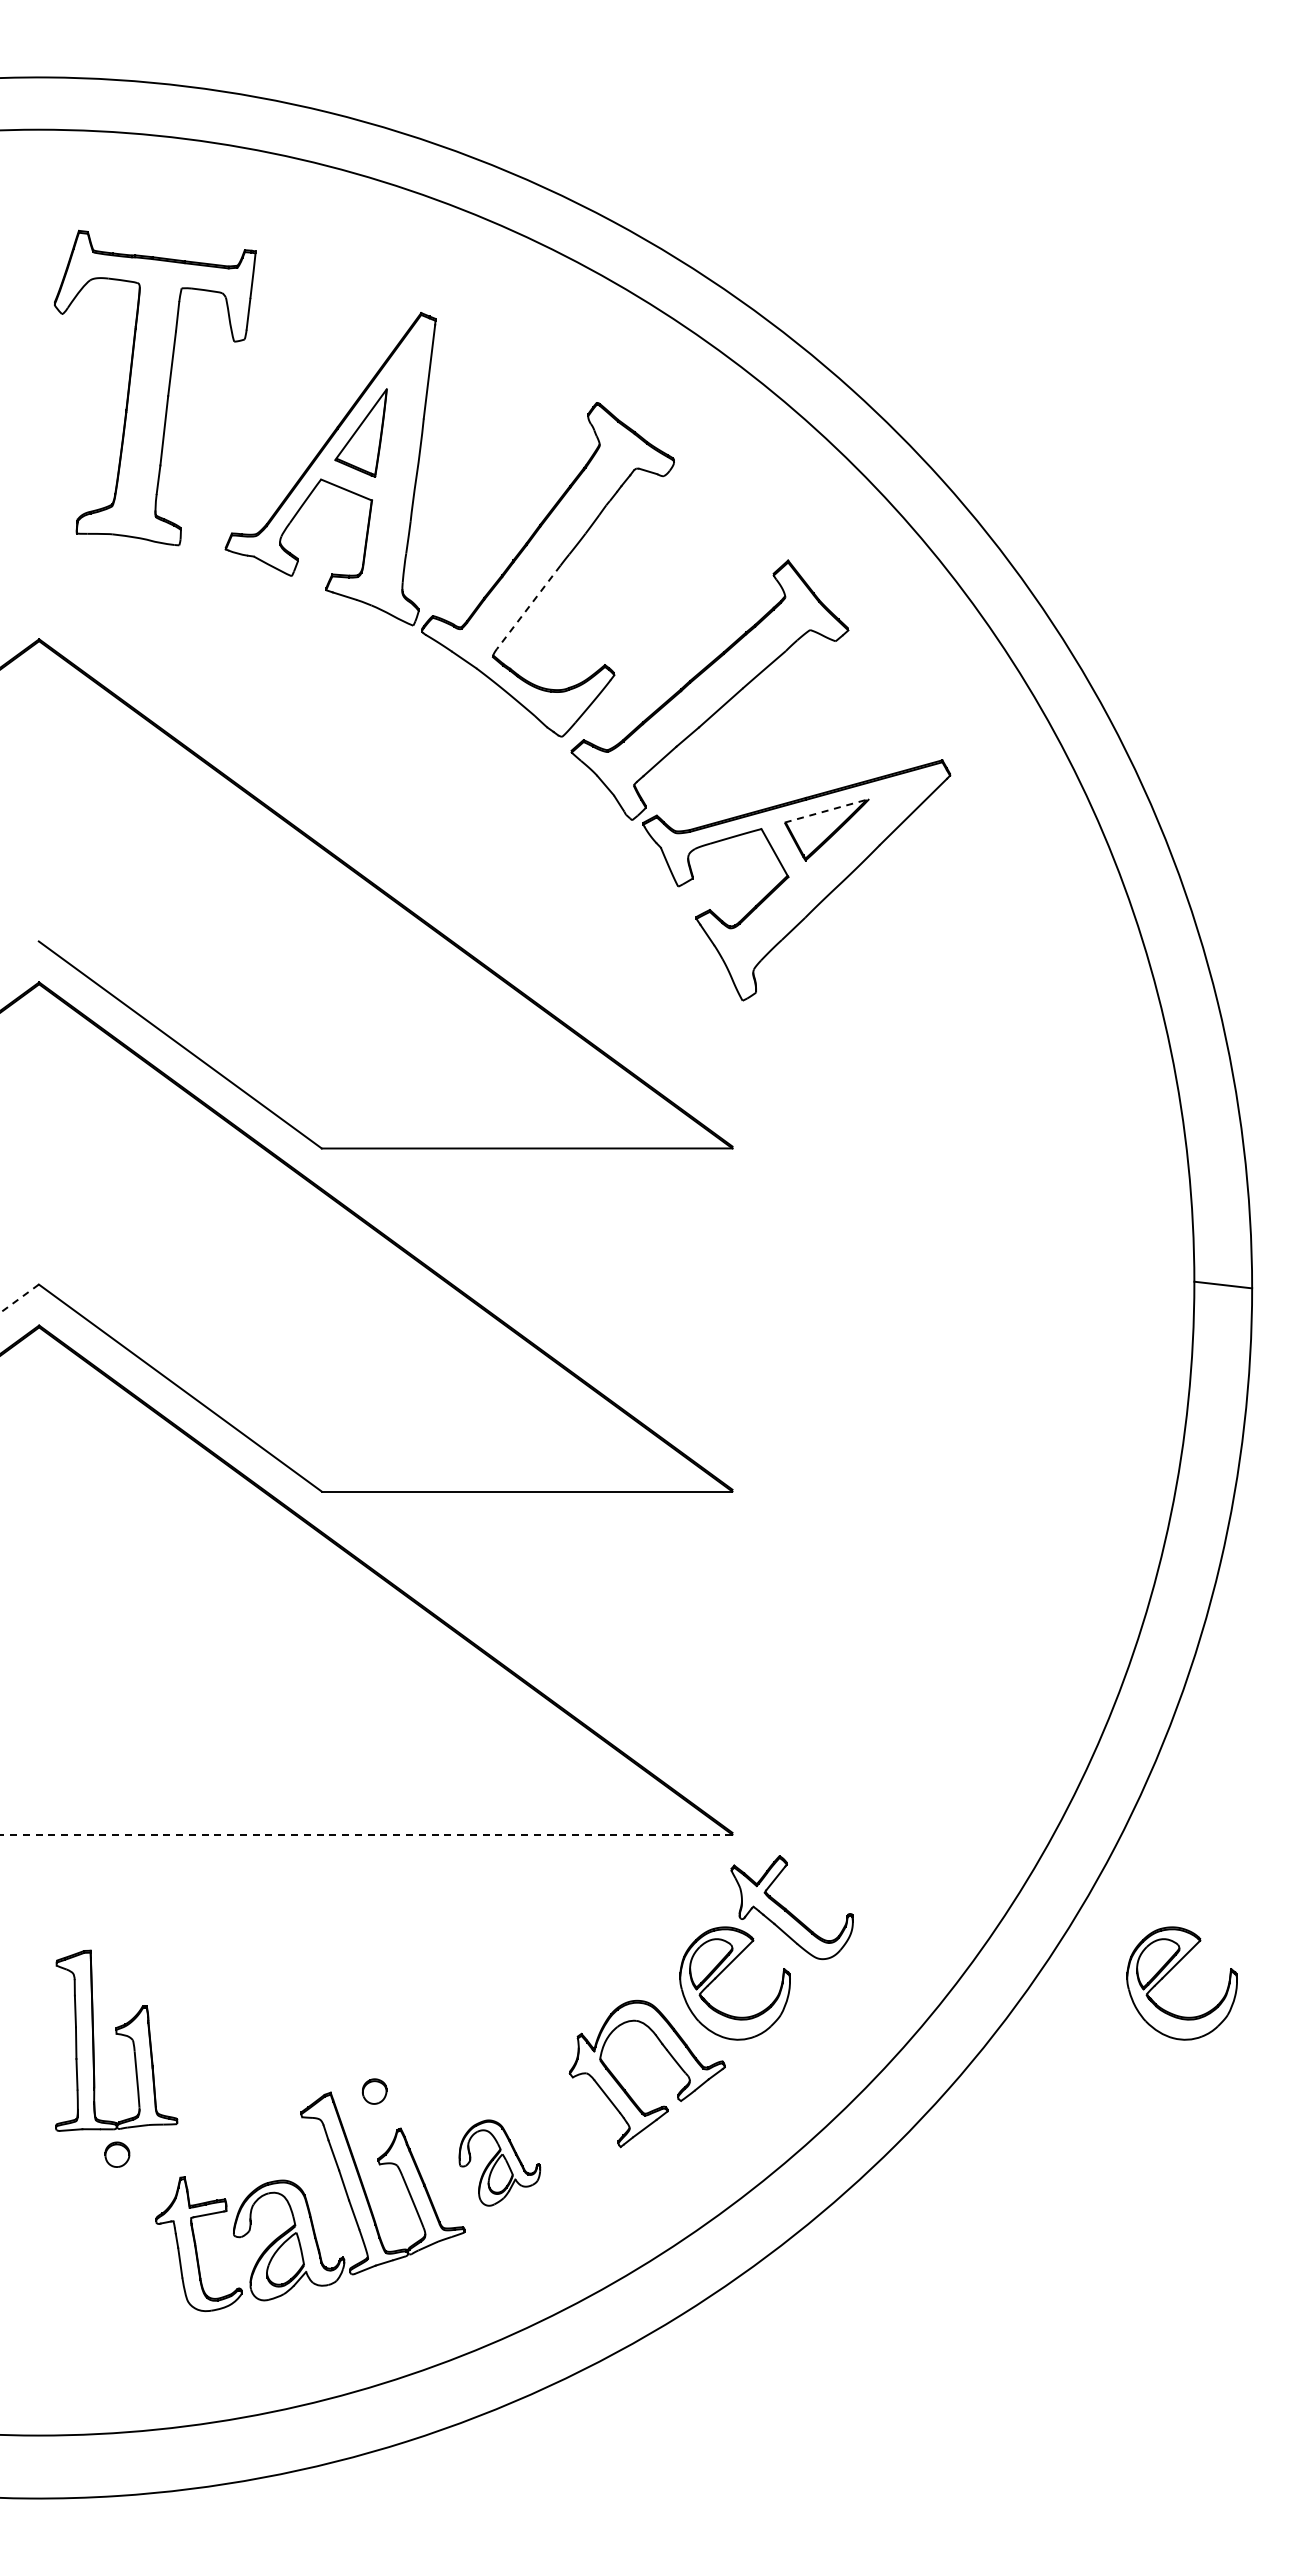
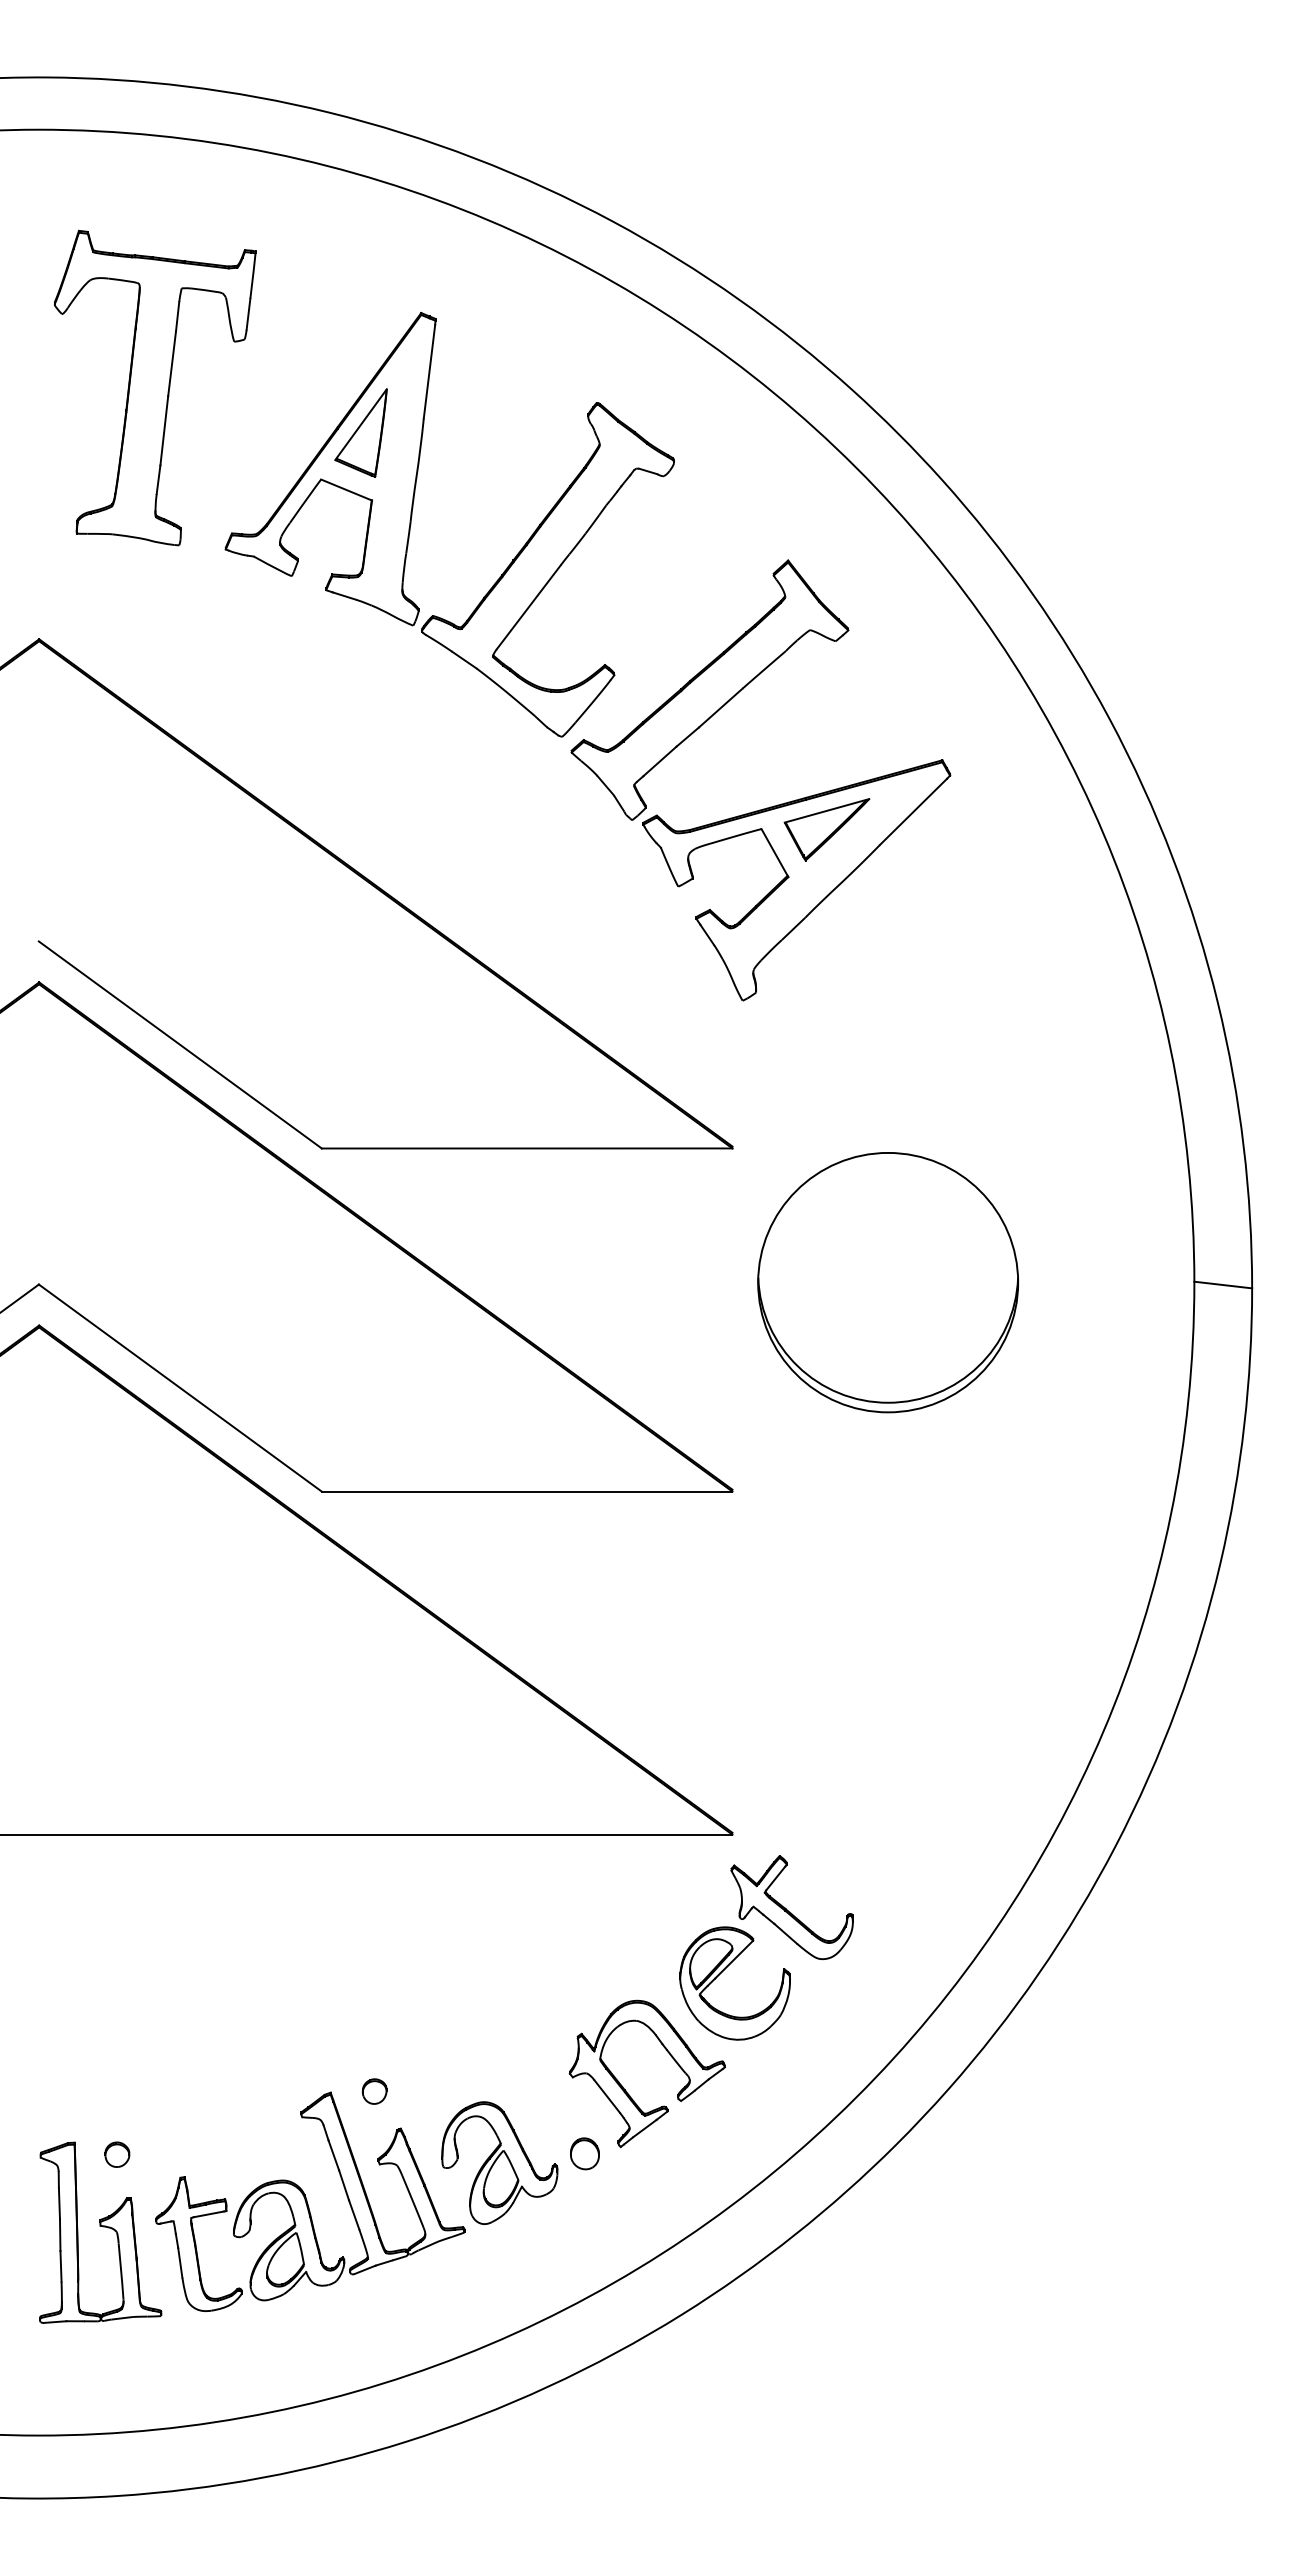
line at (528, 607): dashed -> solid
line at (826, 810): dashed -> solid
part at (888, 1282): none -> present
line at (19, 1298): dashed -> solid
line at (366, 1834): dashed -> solid
part at (1170, 1971): present -> none
part at (116, 2040) position: (116, 2040) -> (100, 2232)
part at (584, 2153): none -> present
part at (499, 2162) size: 84x88 px -> 118x124 px
